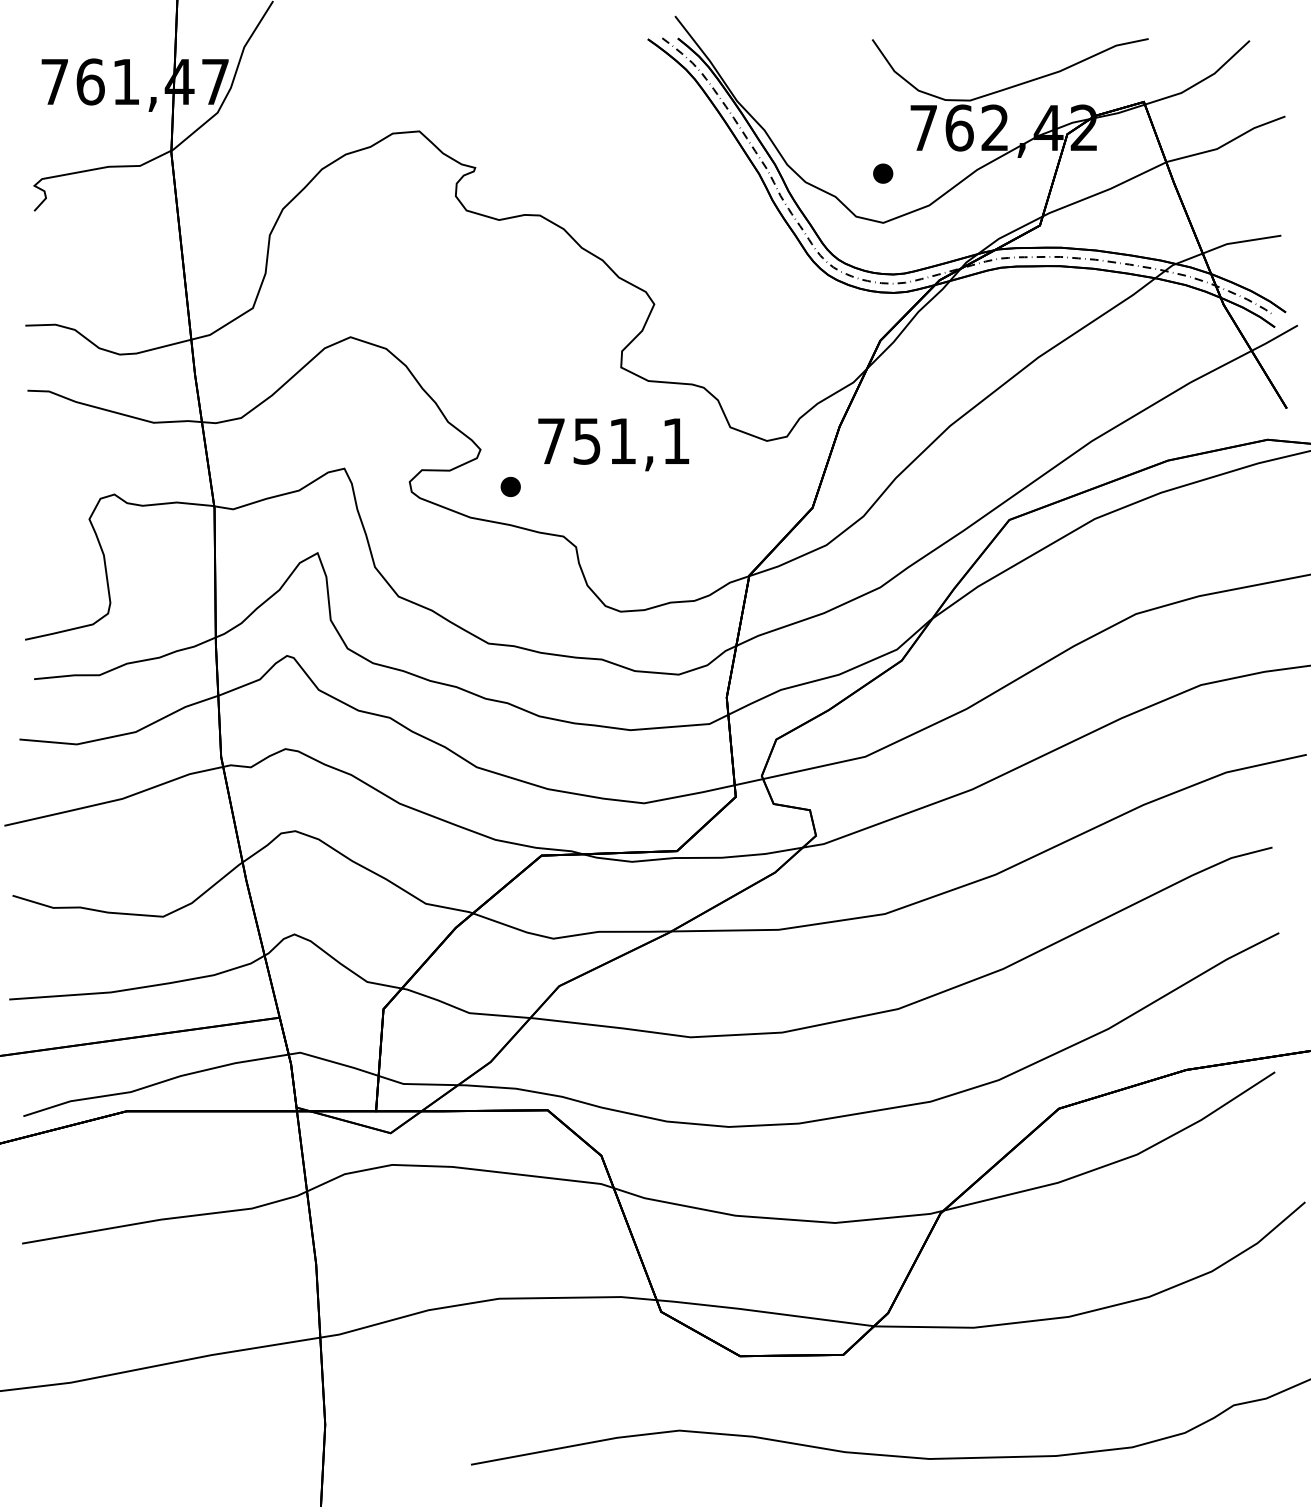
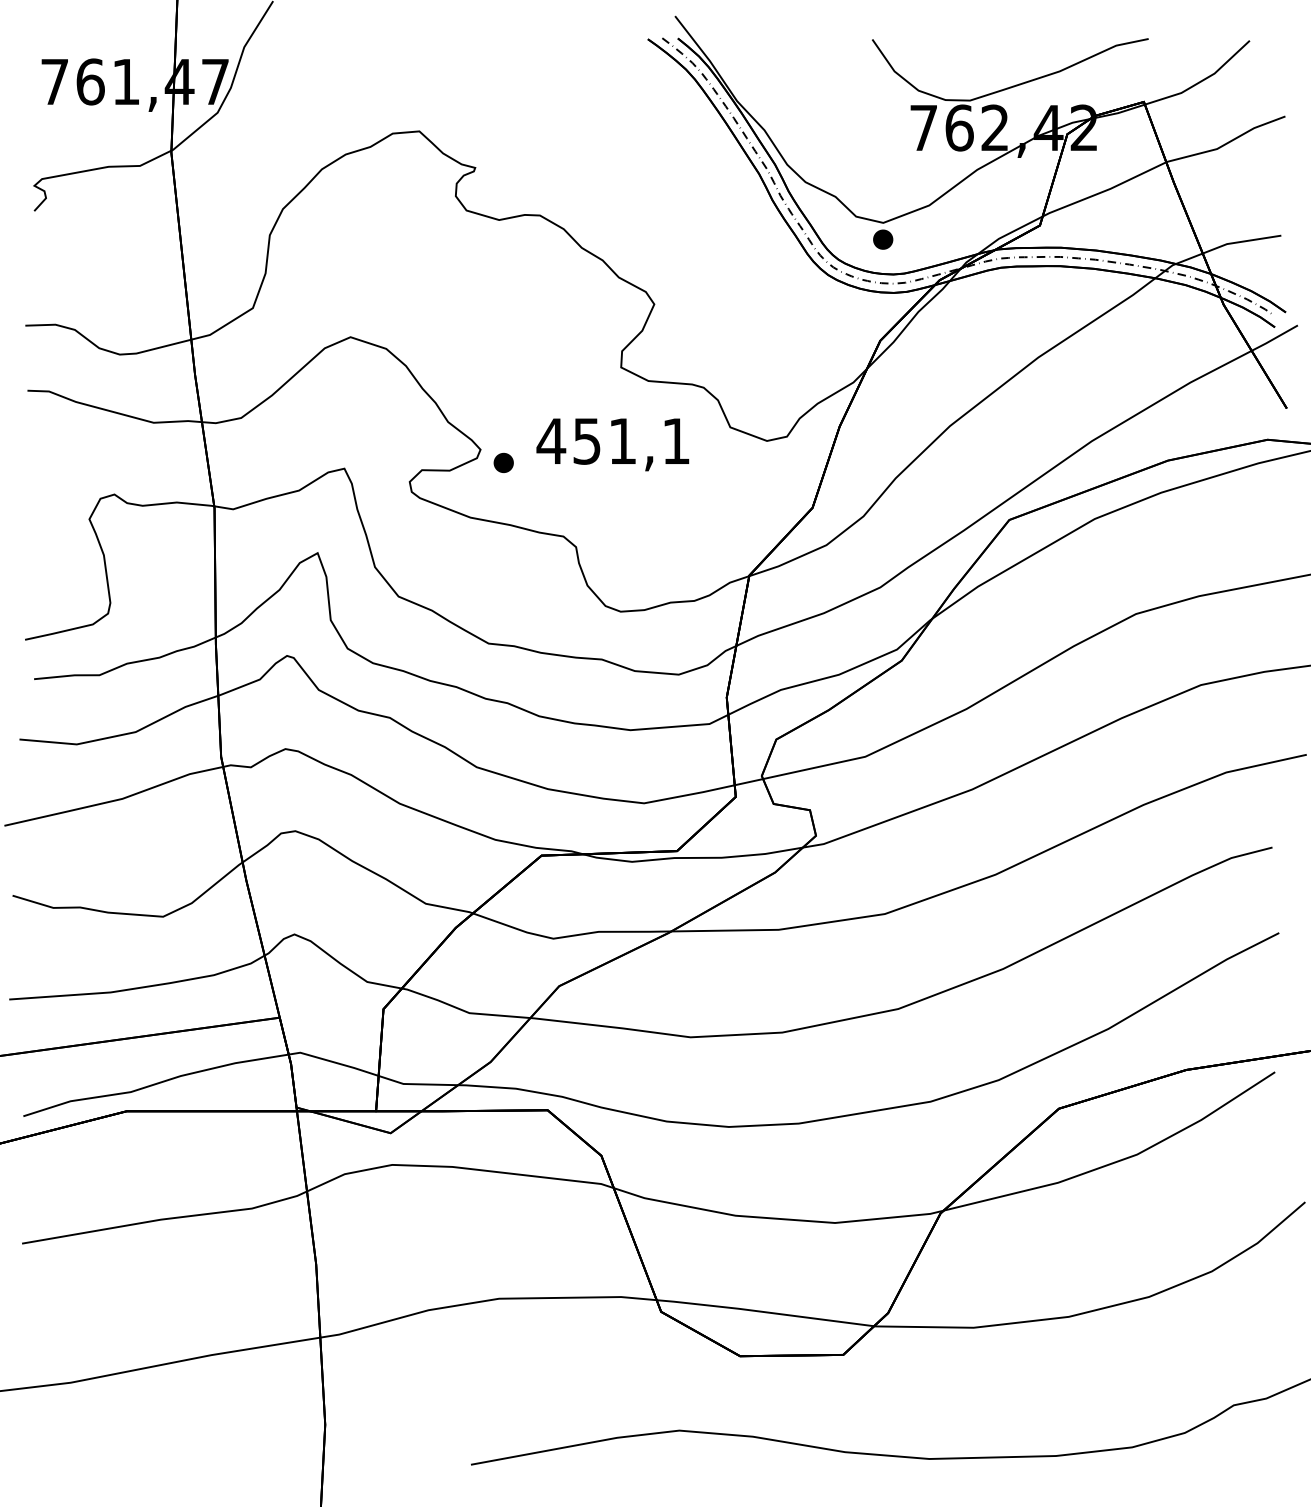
part at (883, 173) position: (883, 173) -> (883, 239)
text at (551, 440): 751,1 -> 451,1
part at (510, 486) position: (510, 486) -> (503, 462)
